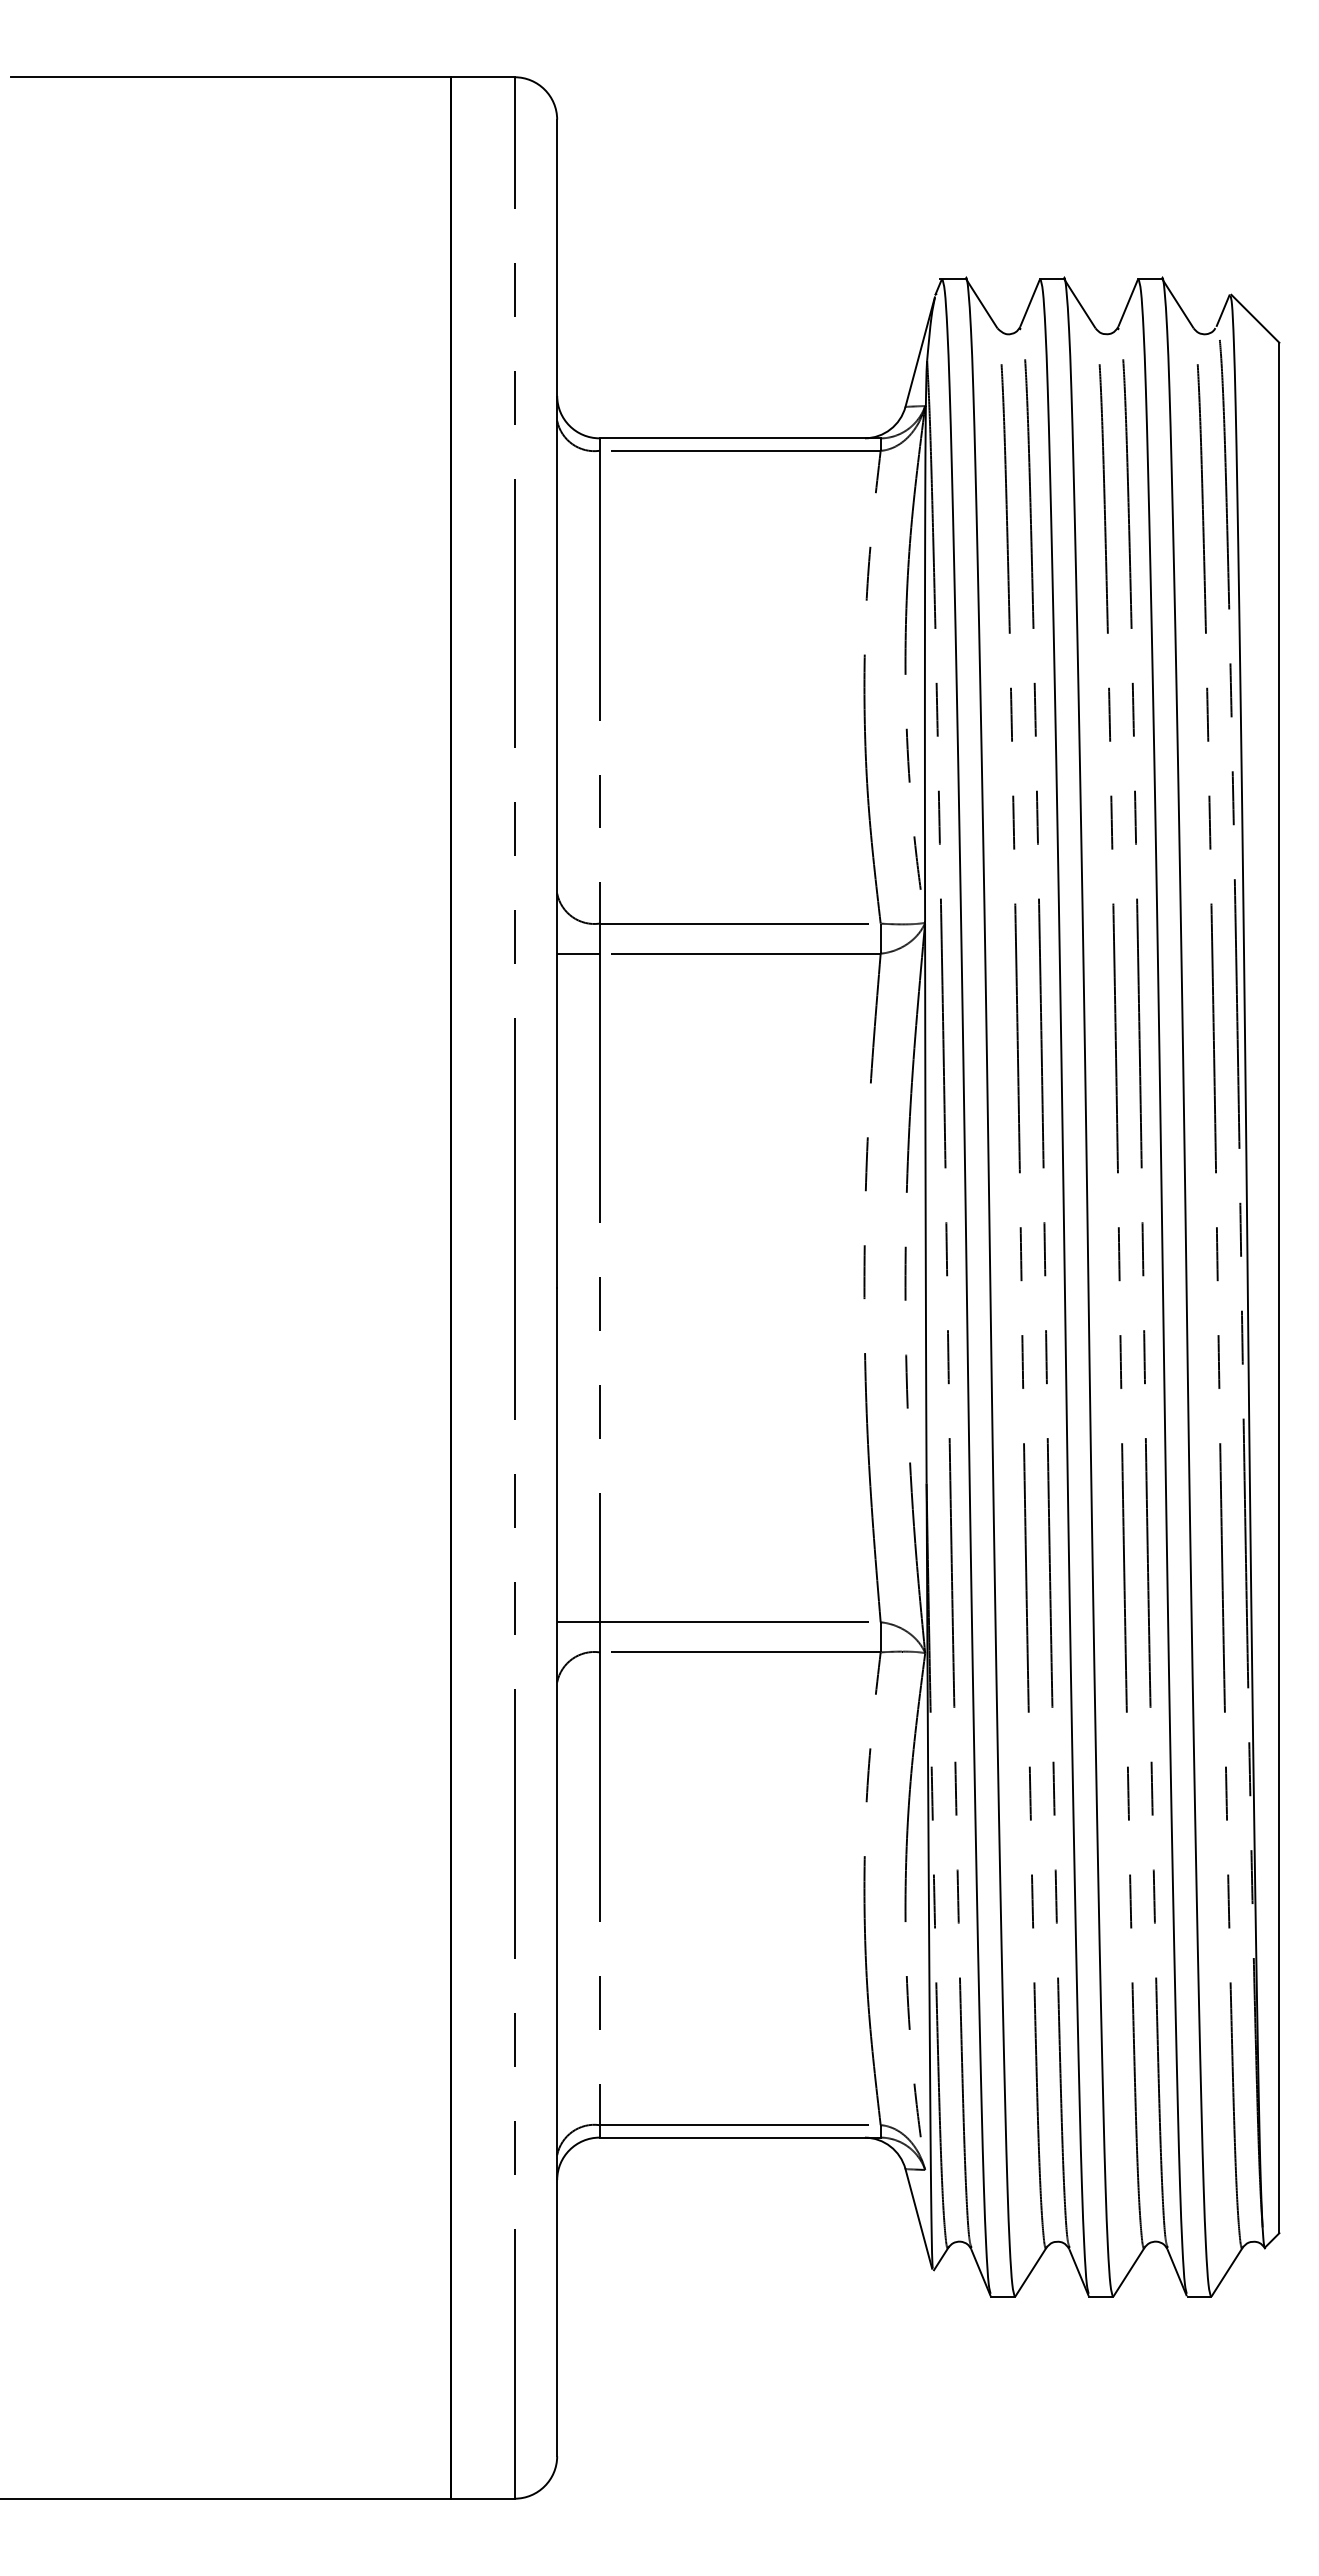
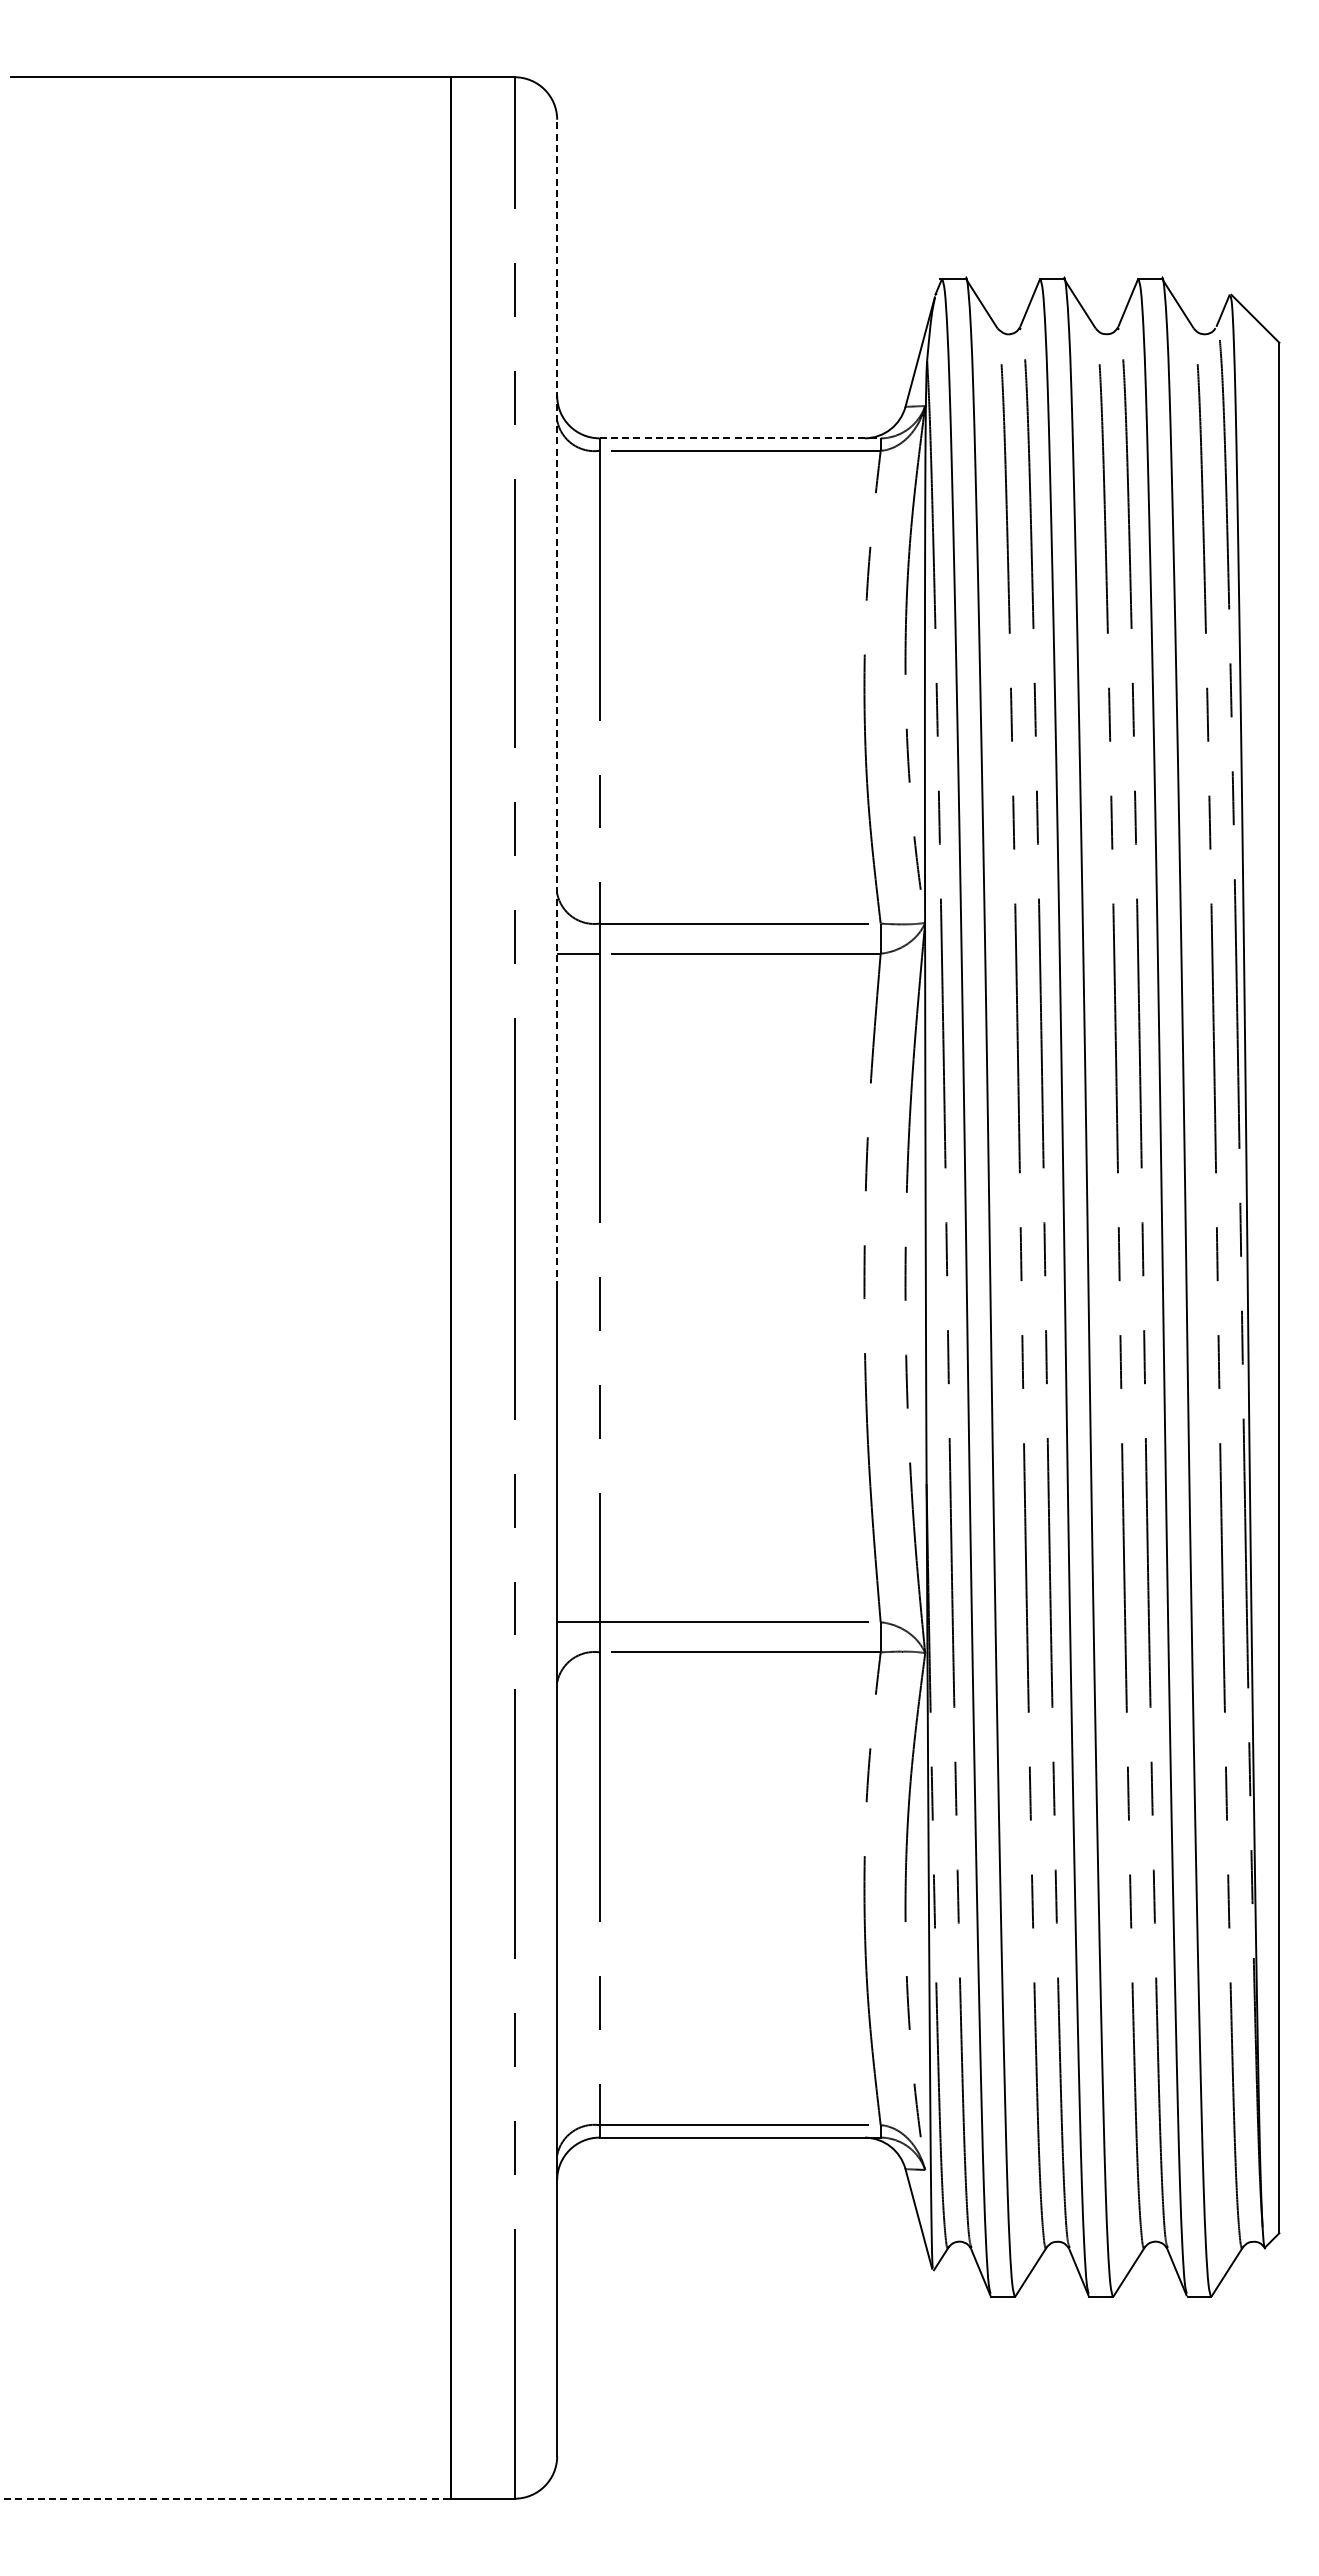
line at (740, 438): solid -> dashed
line at (557, 703): solid -> dashed
line at (225, 2498): solid -> dashed
